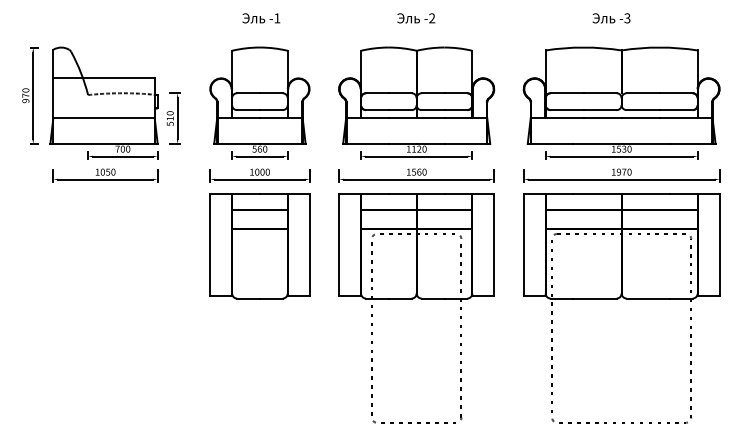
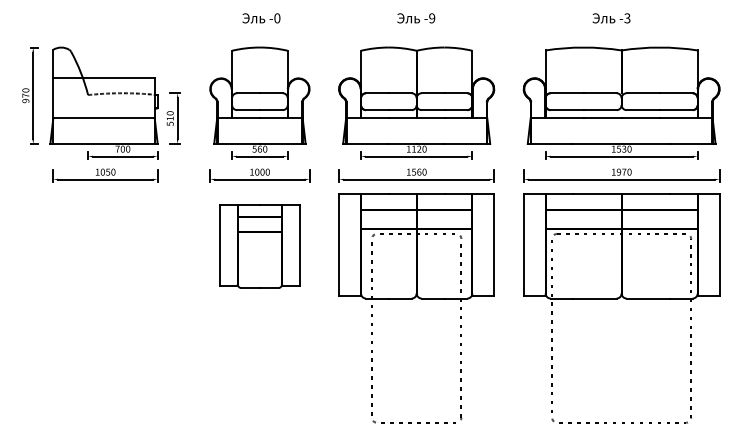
text at (277, 18): -1 -> -0
text at (432, 18): -2 -> -9
part at (259, 246) size: 102x107 px -> 82x85 px
